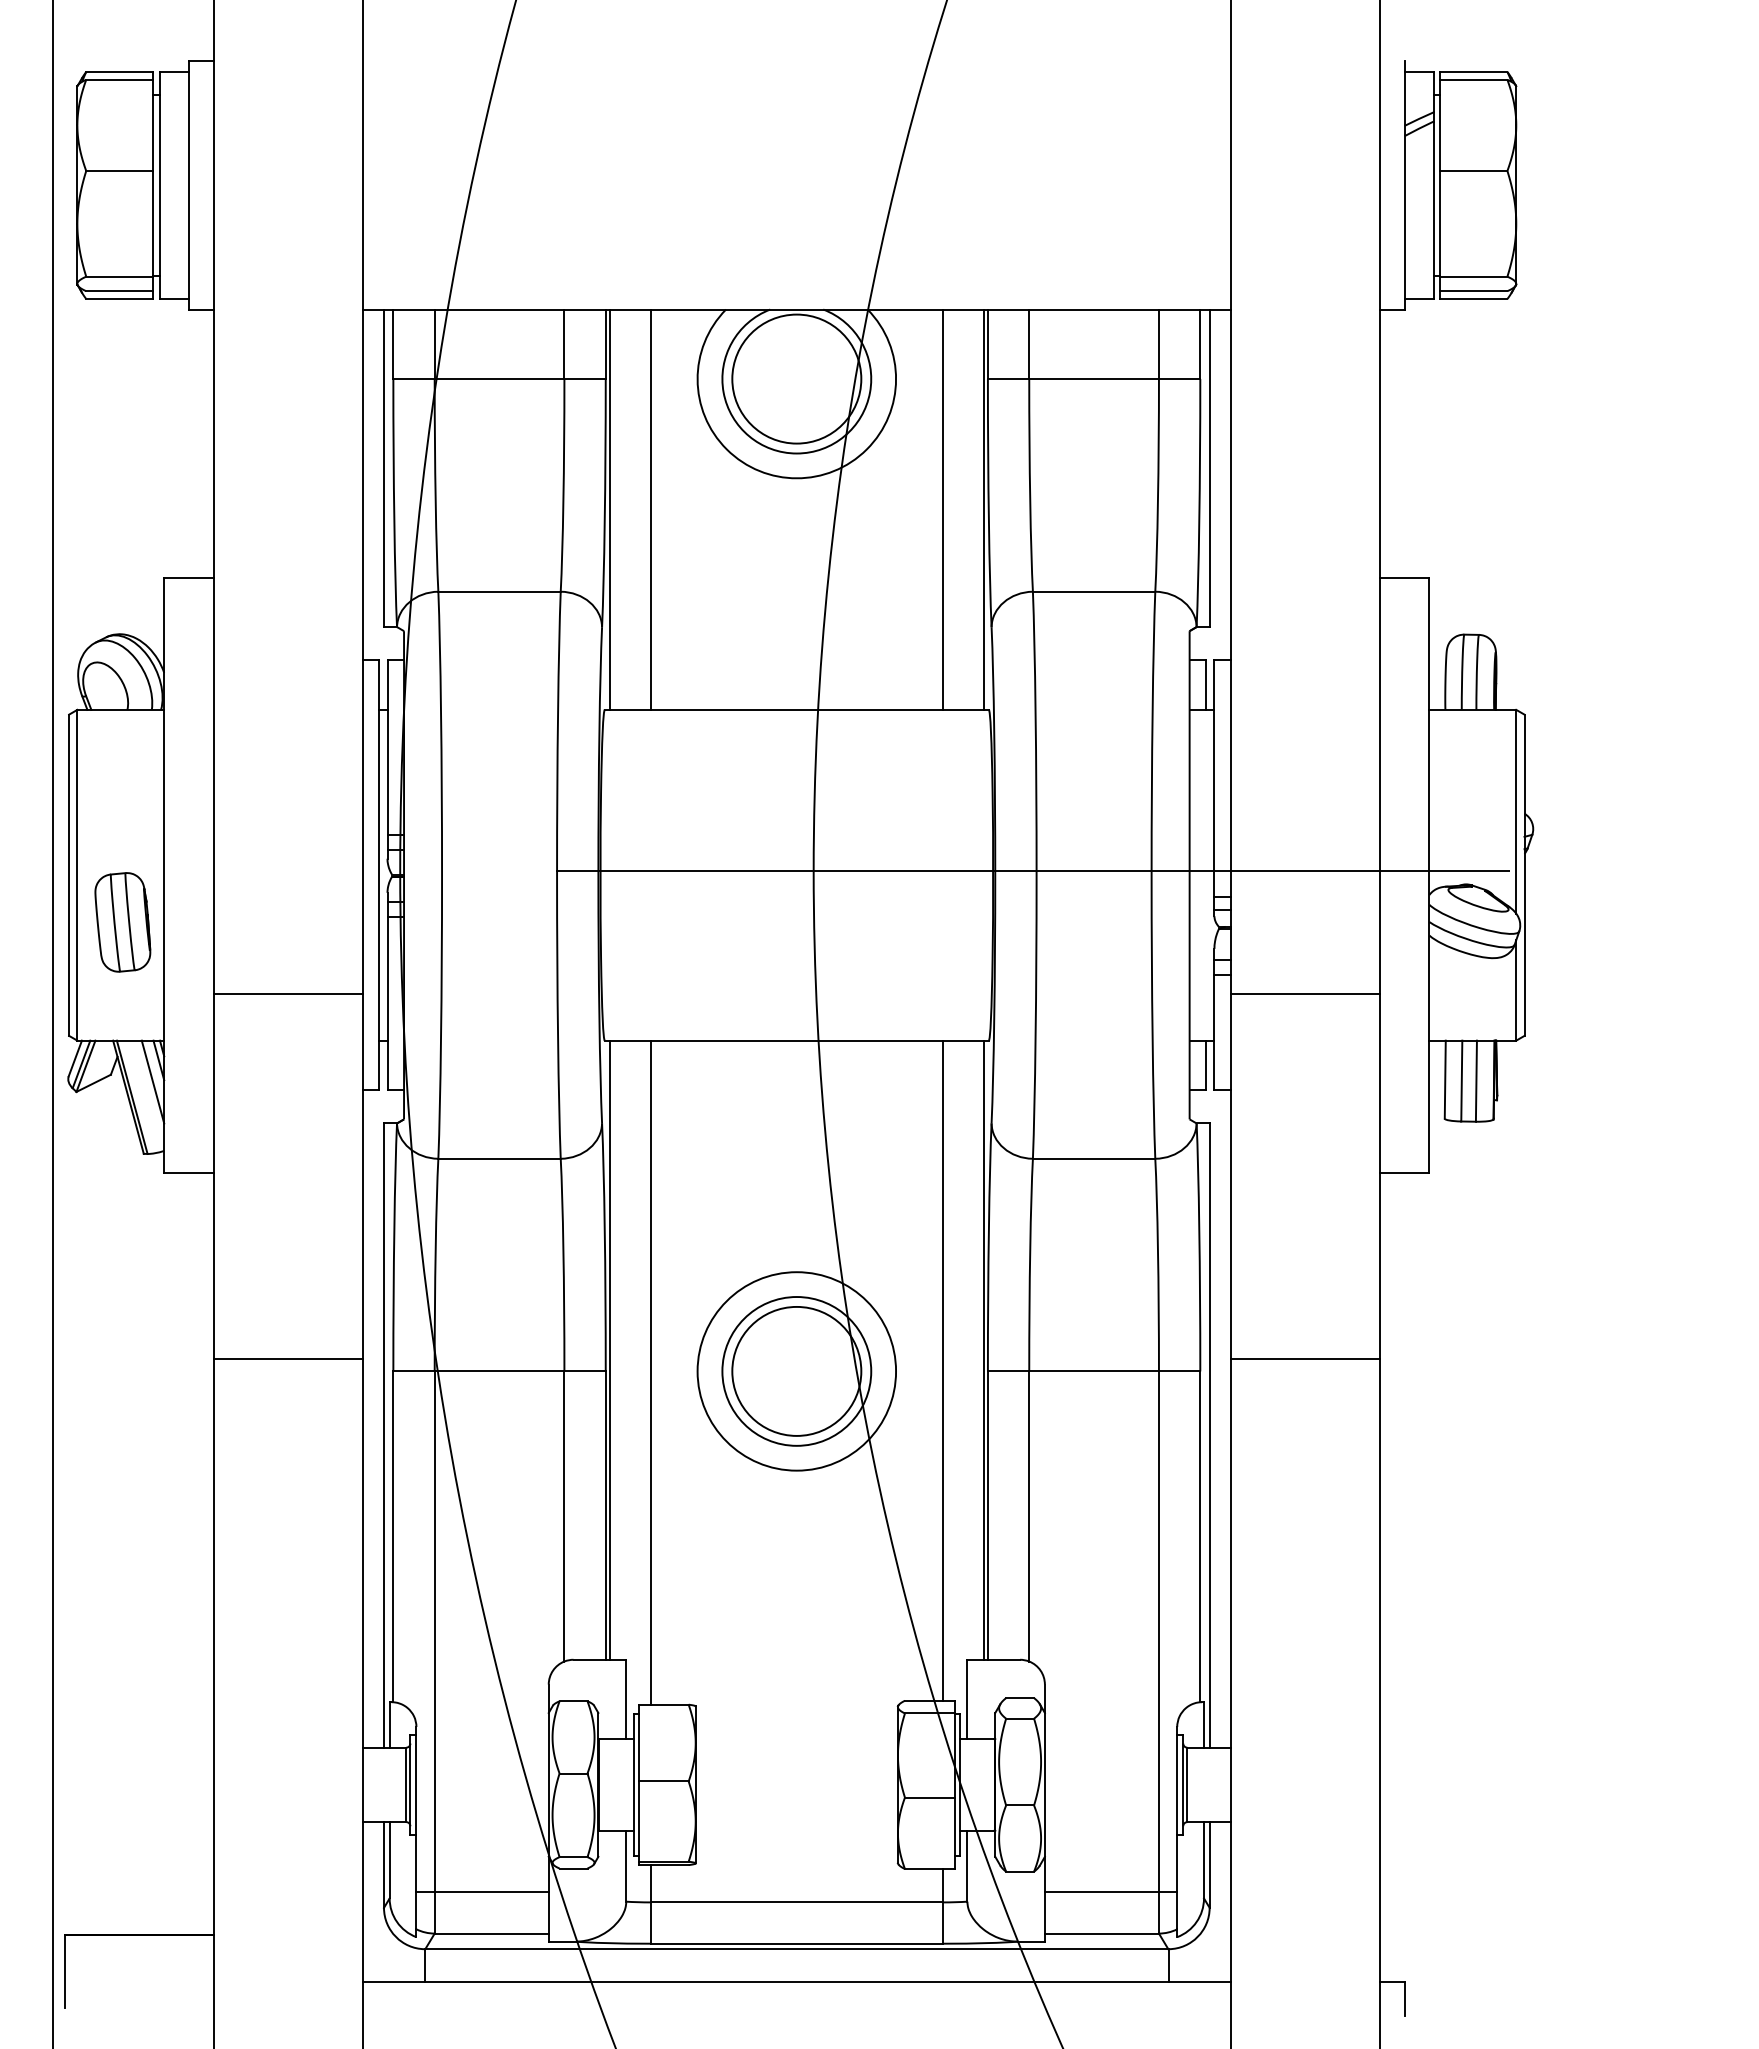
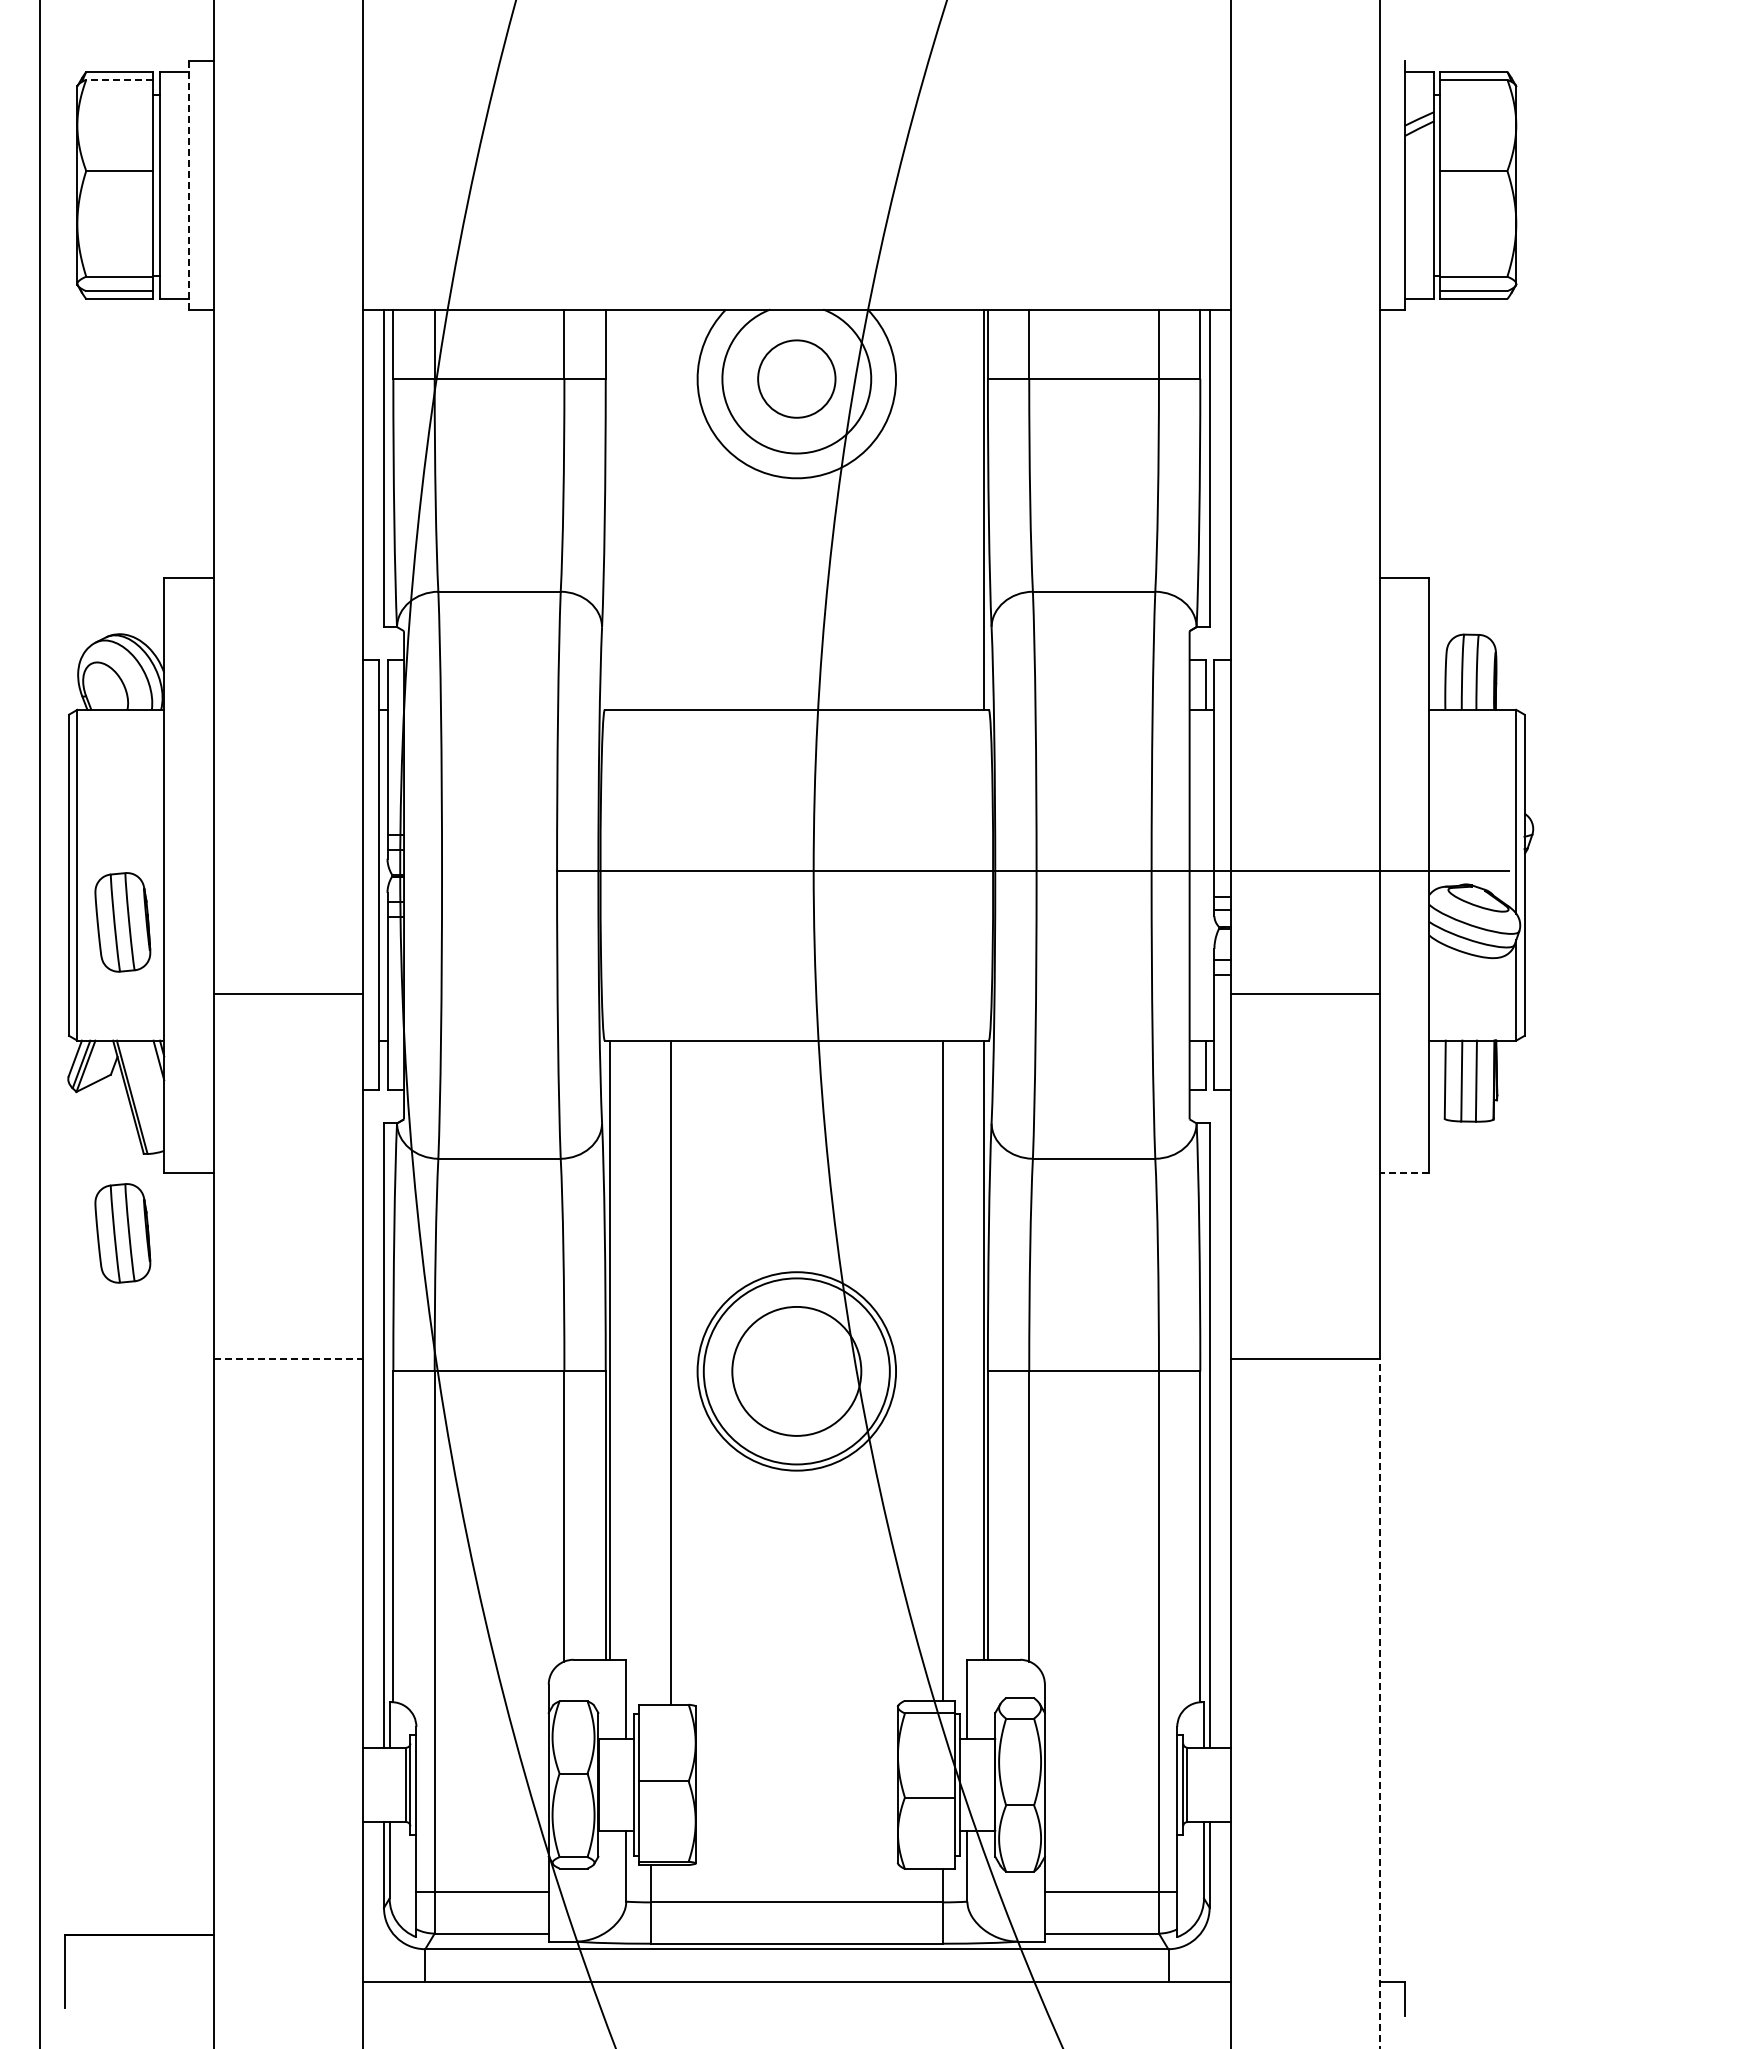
line at (119, 79): solid -> dashed
line at (189, 186): solid -> dashed
circle at (796, 378) diameter: 129 px -> 77 px
line at (609, 509): present -> none
line at (651, 509): present -> none
line at (942, 509): present -> none
line at (52, 1023) position: (52, 1023) -> (39, 1023)
line at (152, 1081): present -> none
line at (1404, 1172): solid -> dashed
part at (122, 1233): none -> present
line at (288, 1358): solid -> dashed
circle at (796, 1371) diameter: 149 px -> 186 px
line at (651, 1372) position: (651, 1372) -> (671, 1372)
line at (1379, 1703): solid -> dashed
